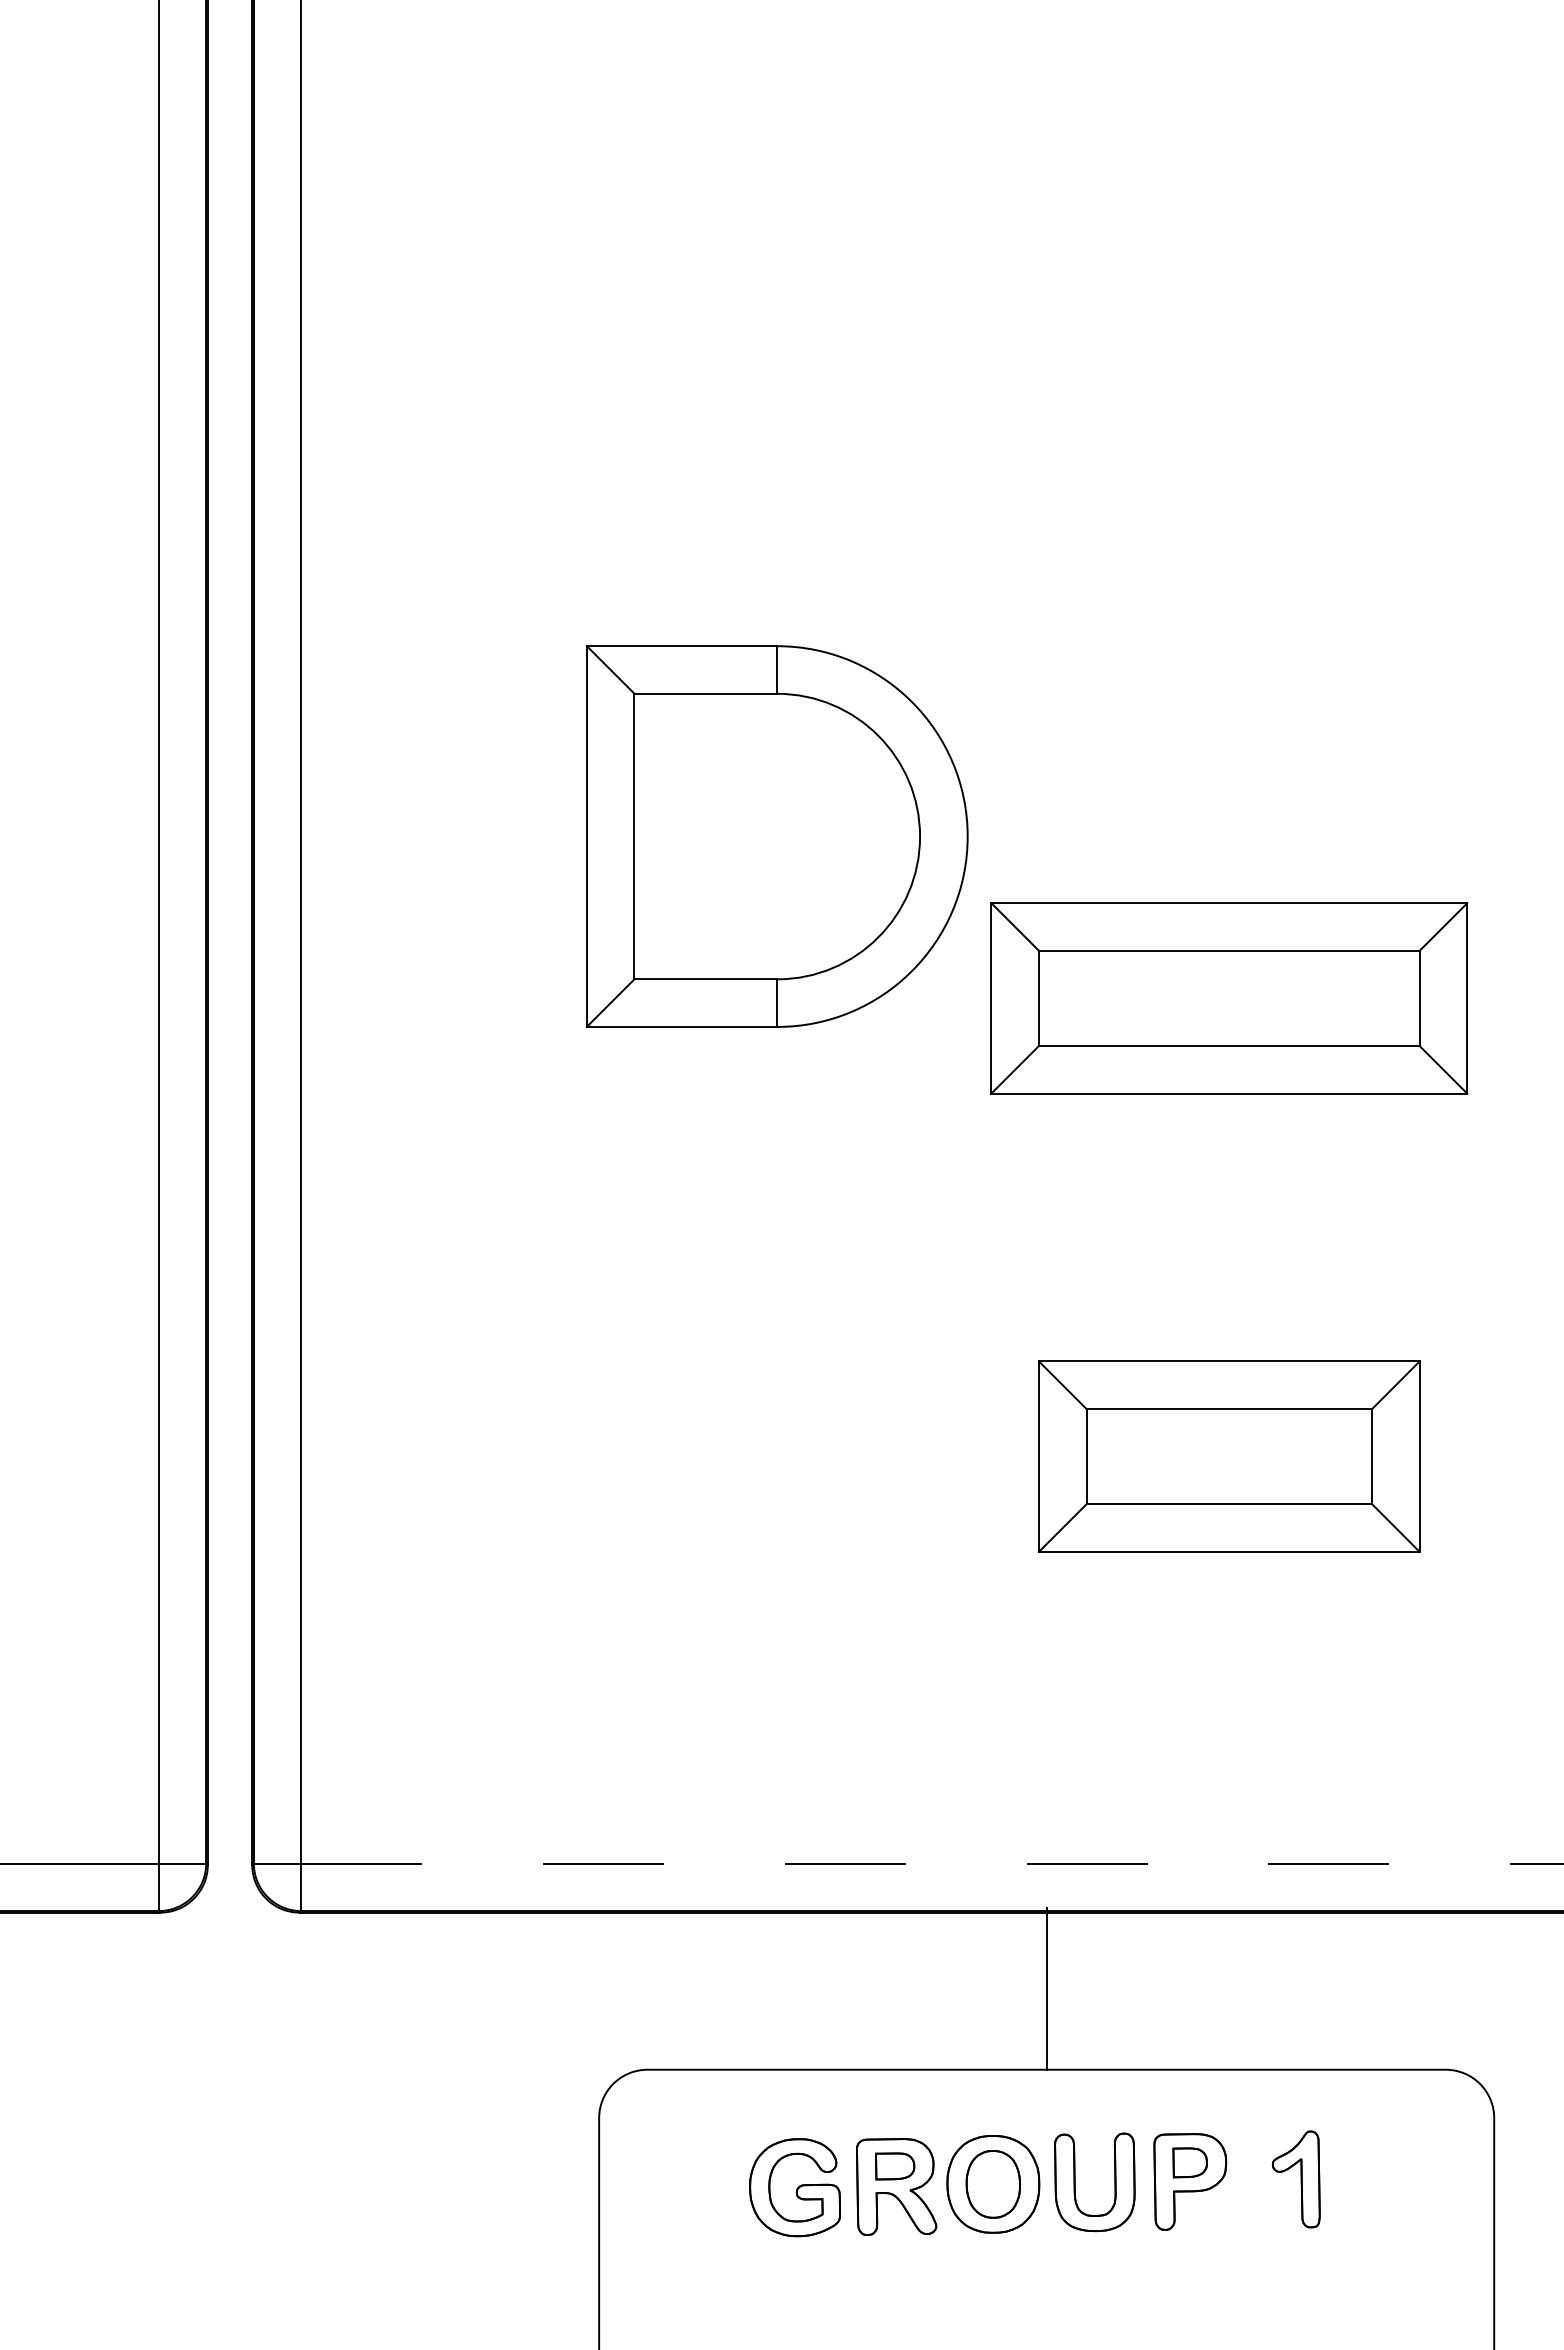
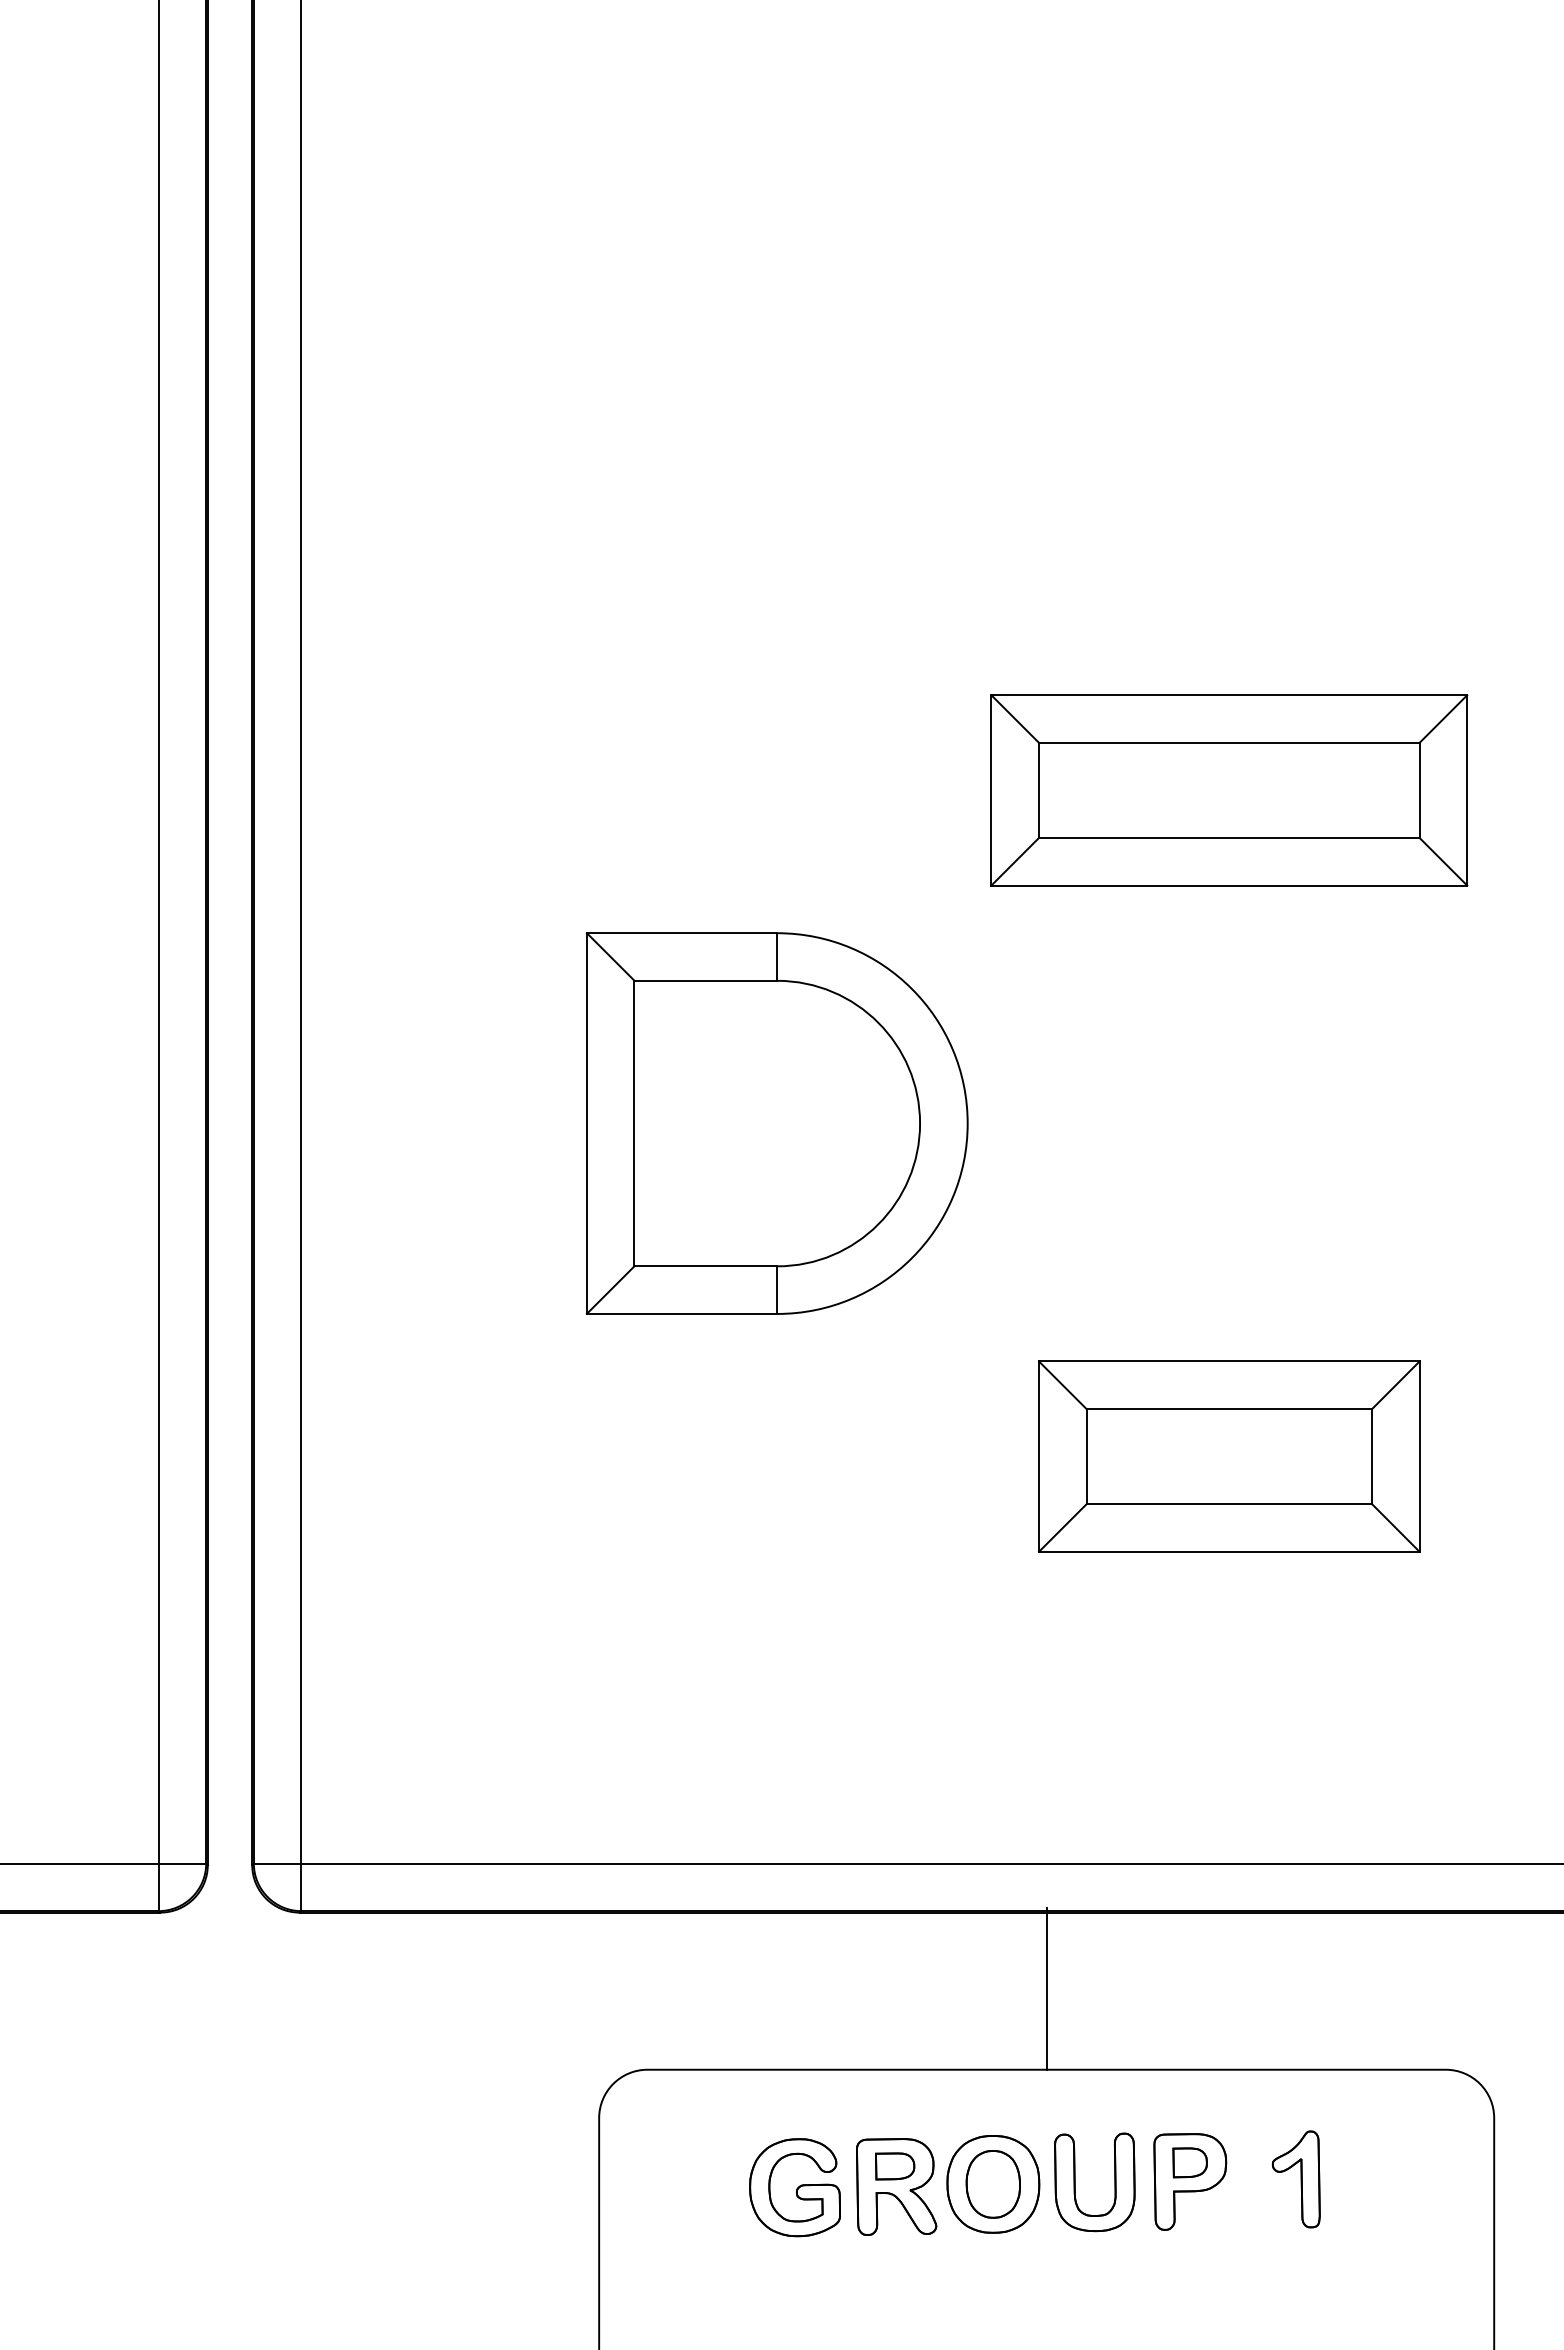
part at (776, 836) position: (776, 836) -> (776, 1123)
part at (1229, 998) position: (1229, 998) -> (1229, 790)
line at (933, 1863): dashed -> solid
